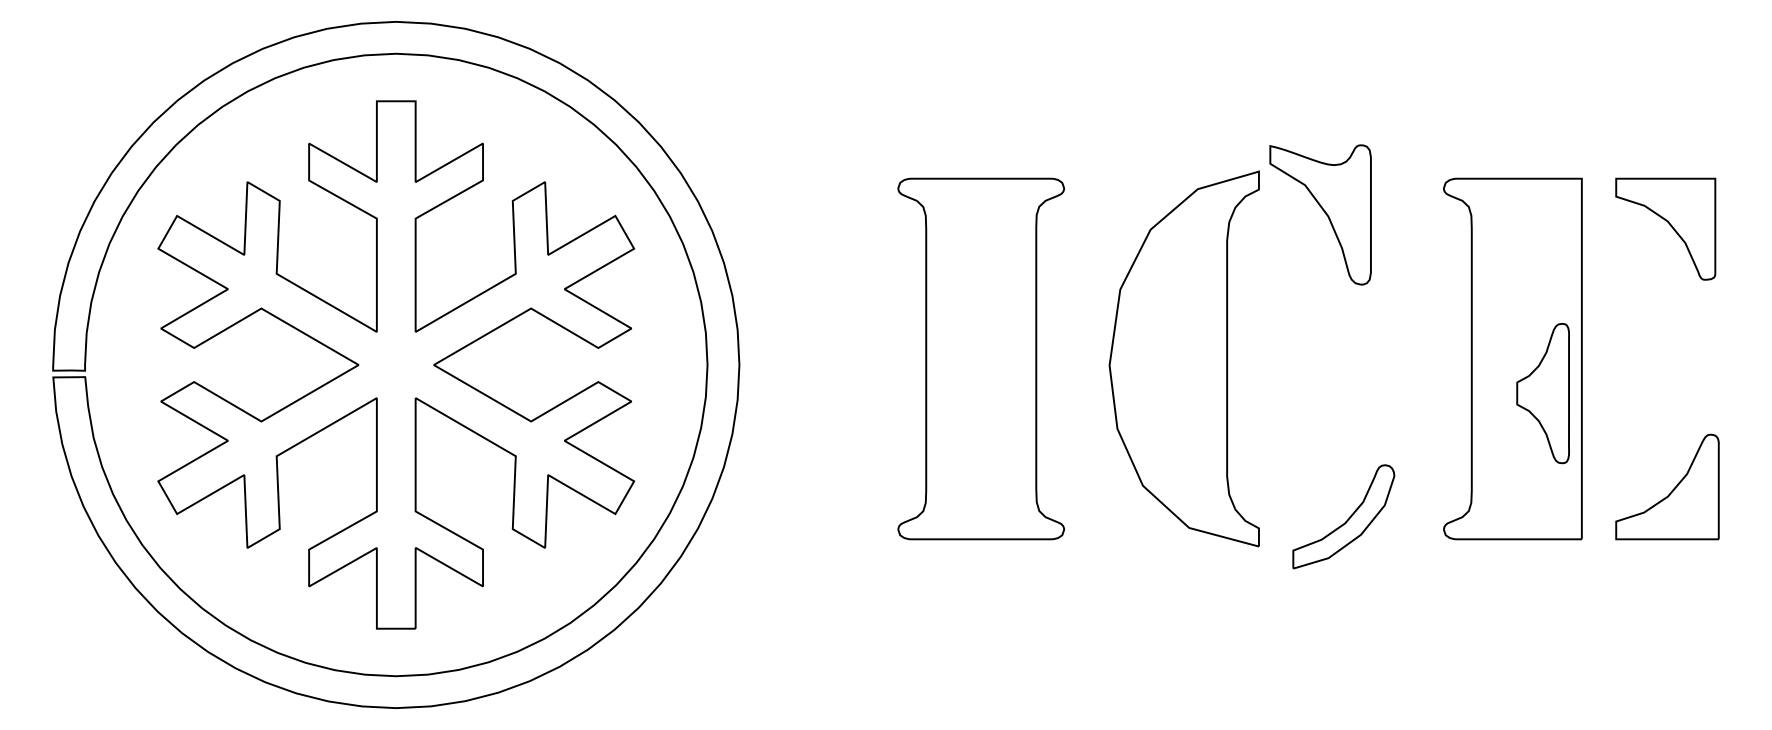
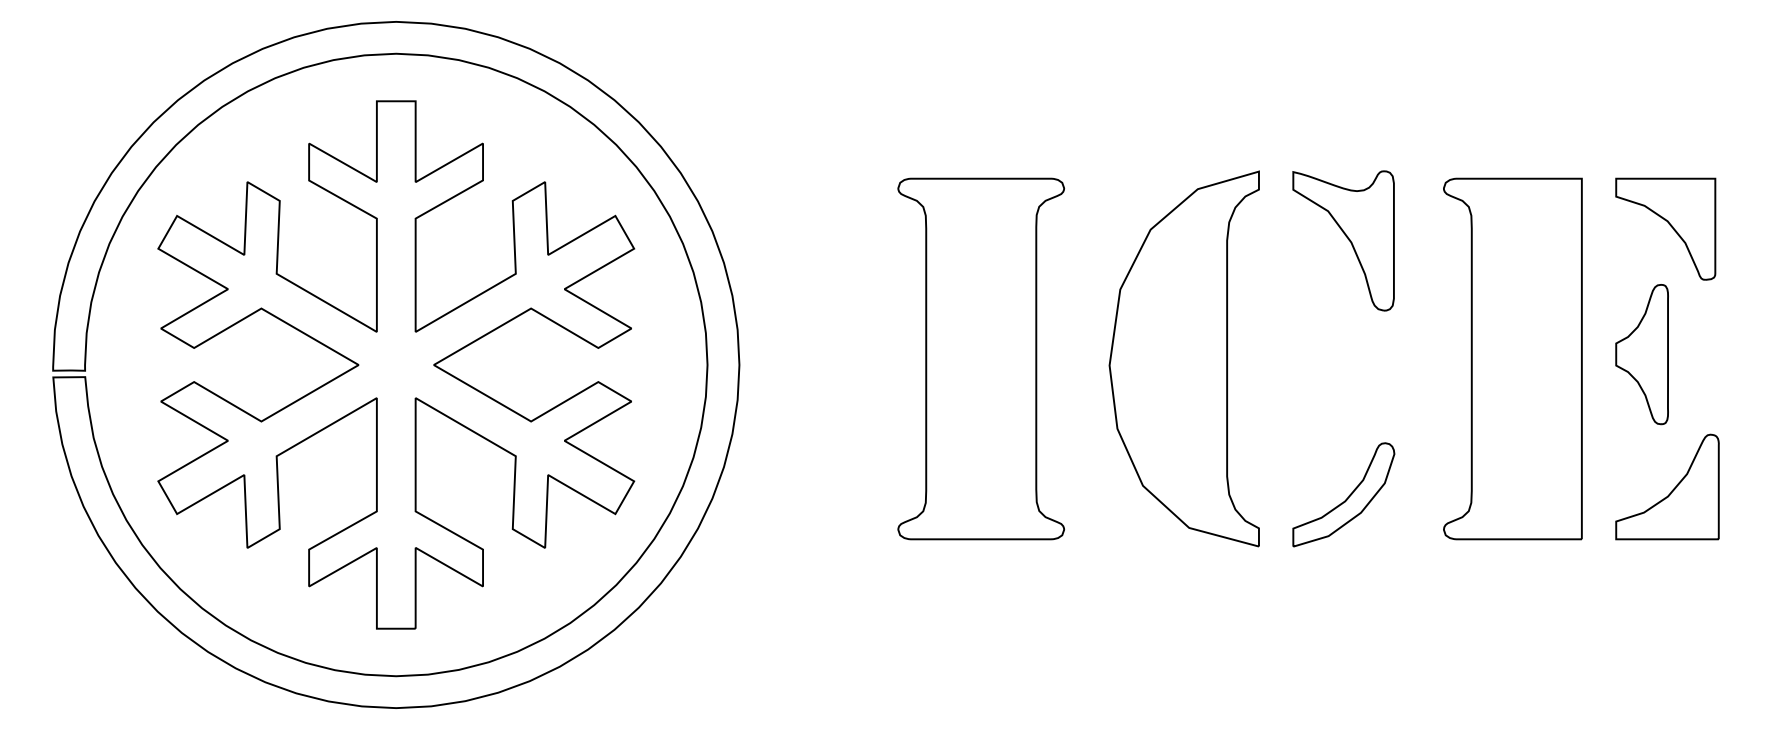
part at (1320, 214) position: (1320, 214) -> (1343, 240)
part at (1542, 393) position: (1542, 393) -> (1641, 354)
part at (1343, 516) position: (1343, 516) -> (1343, 494)
